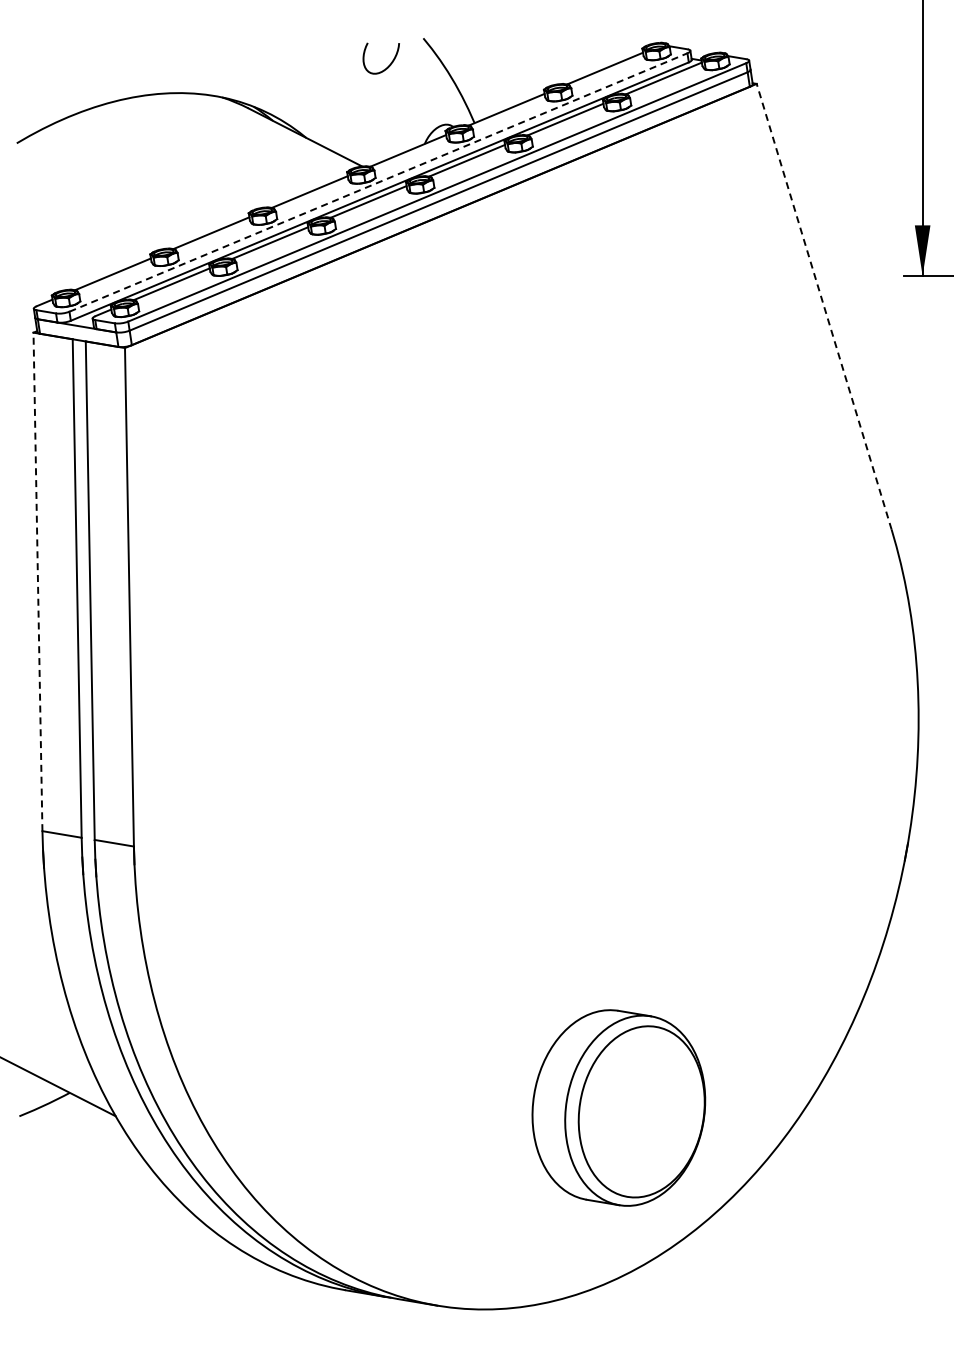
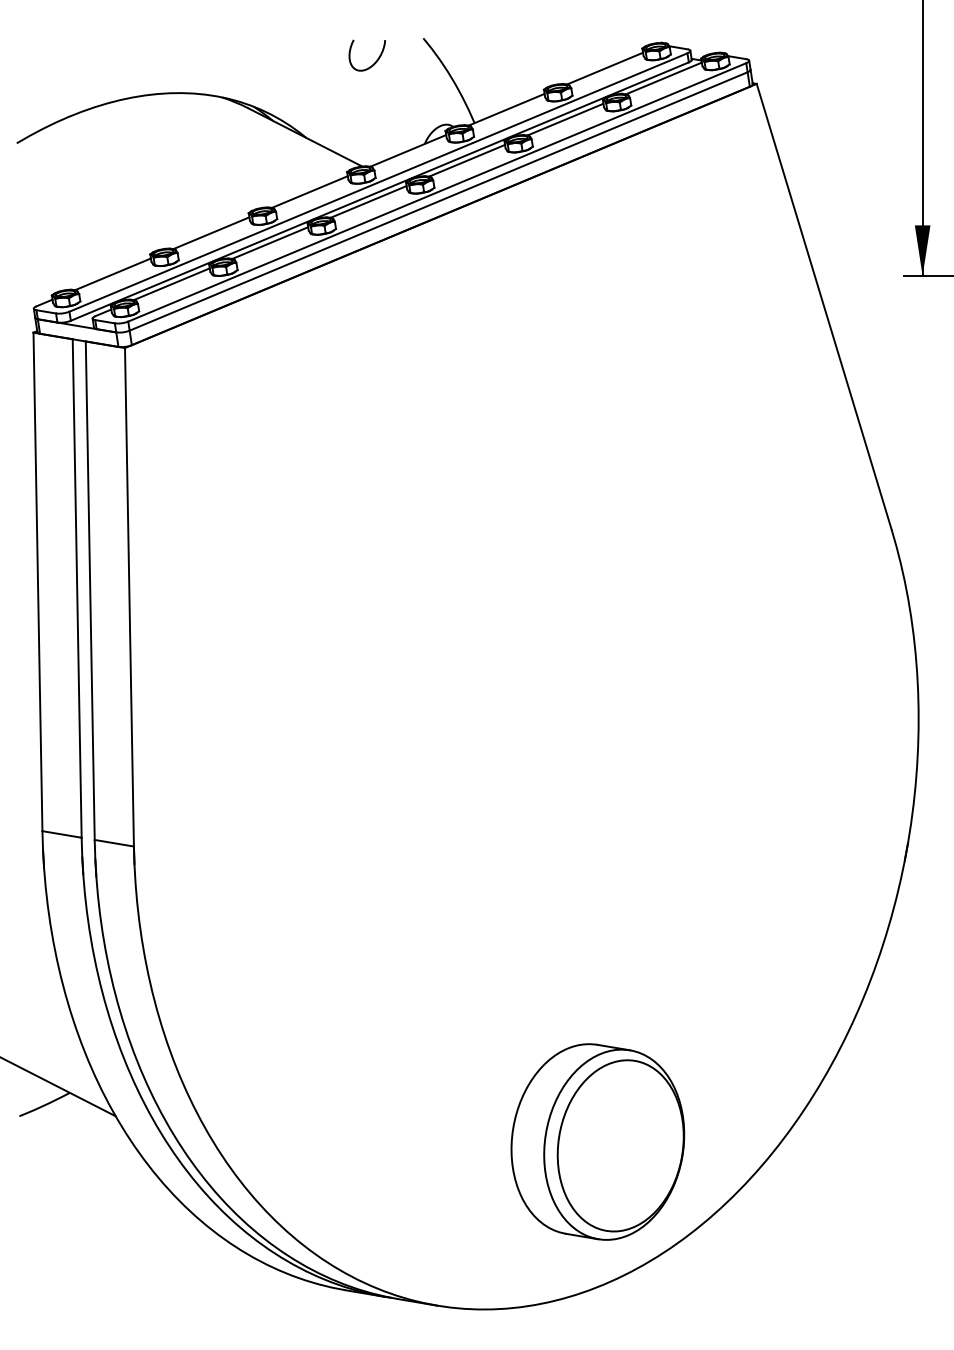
part at (388, 65) position: (388, 65) -> (374, 62)
line at (378, 182): dashed -> solid
line at (824, 306): dashed -> solid
line at (37, 581): dashed -> solid
part at (618, 1107) position: (618, 1107) -> (597, 1141)
